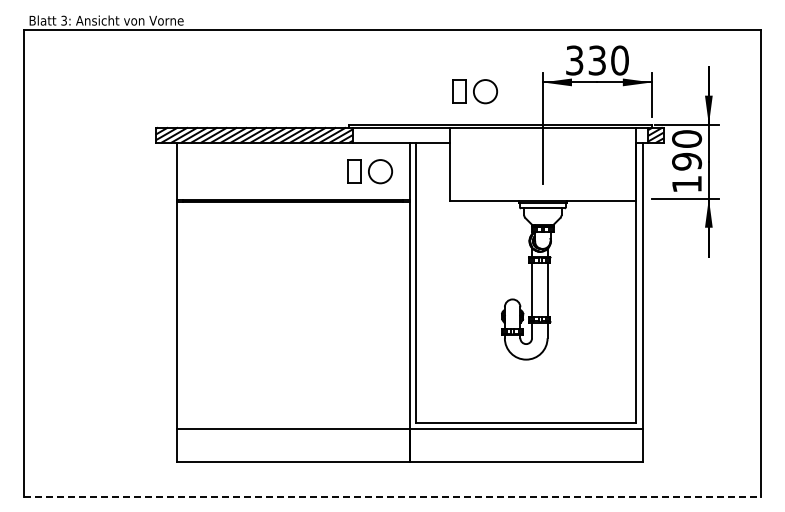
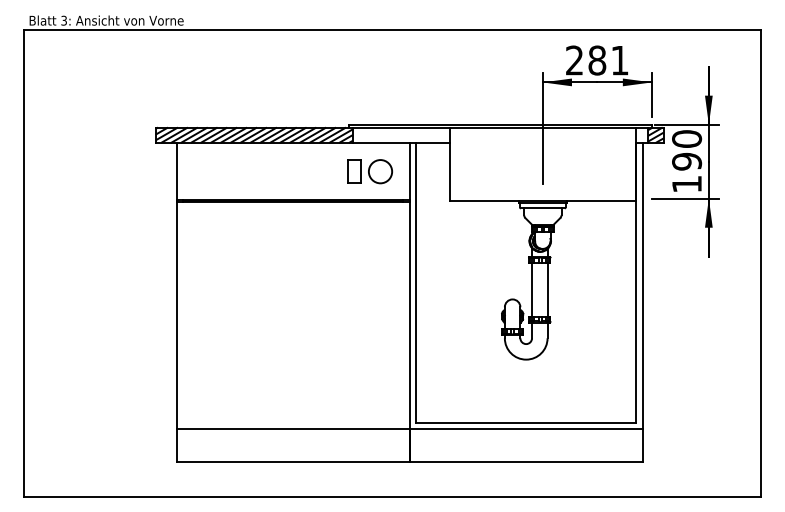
text at (597, 60): 330 -> 281
part at (474, 91): present -> none
line at (392, 496): dashed -> solid
